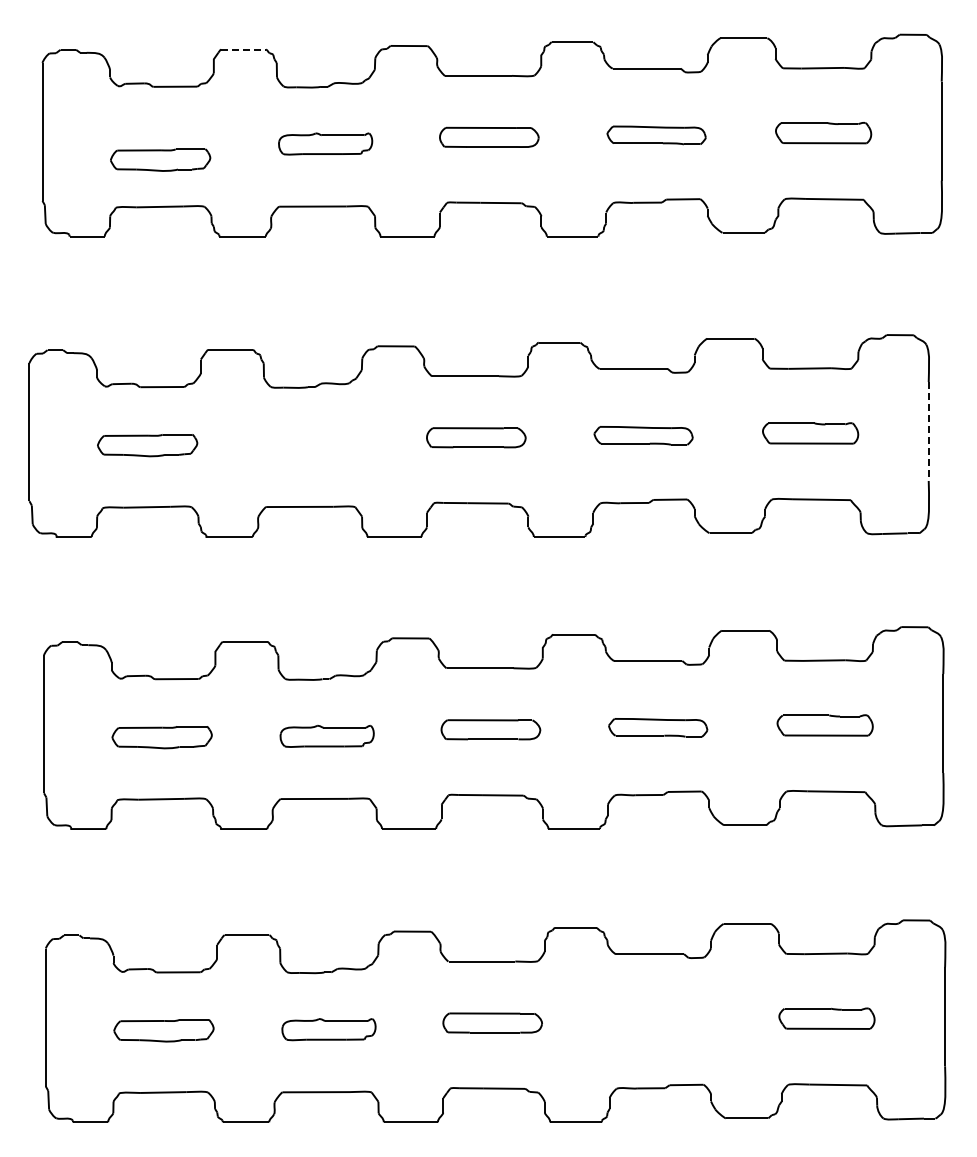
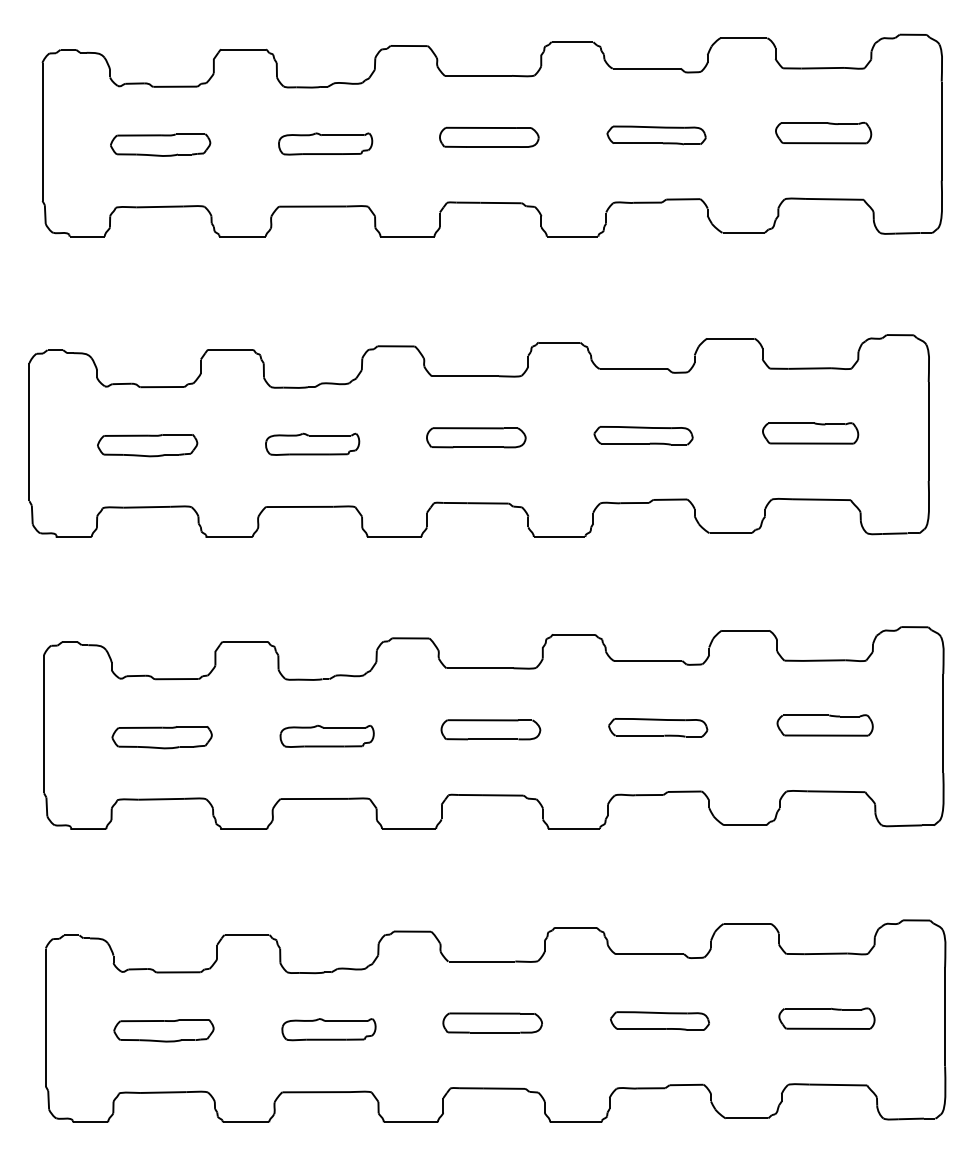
line at (243, 49): dashed -> solid
part at (160, 159) position: (160, 159) -> (160, 144)
line at (928, 432): dashed -> solid
part at (312, 443): none -> present
part at (659, 1020): none -> present
